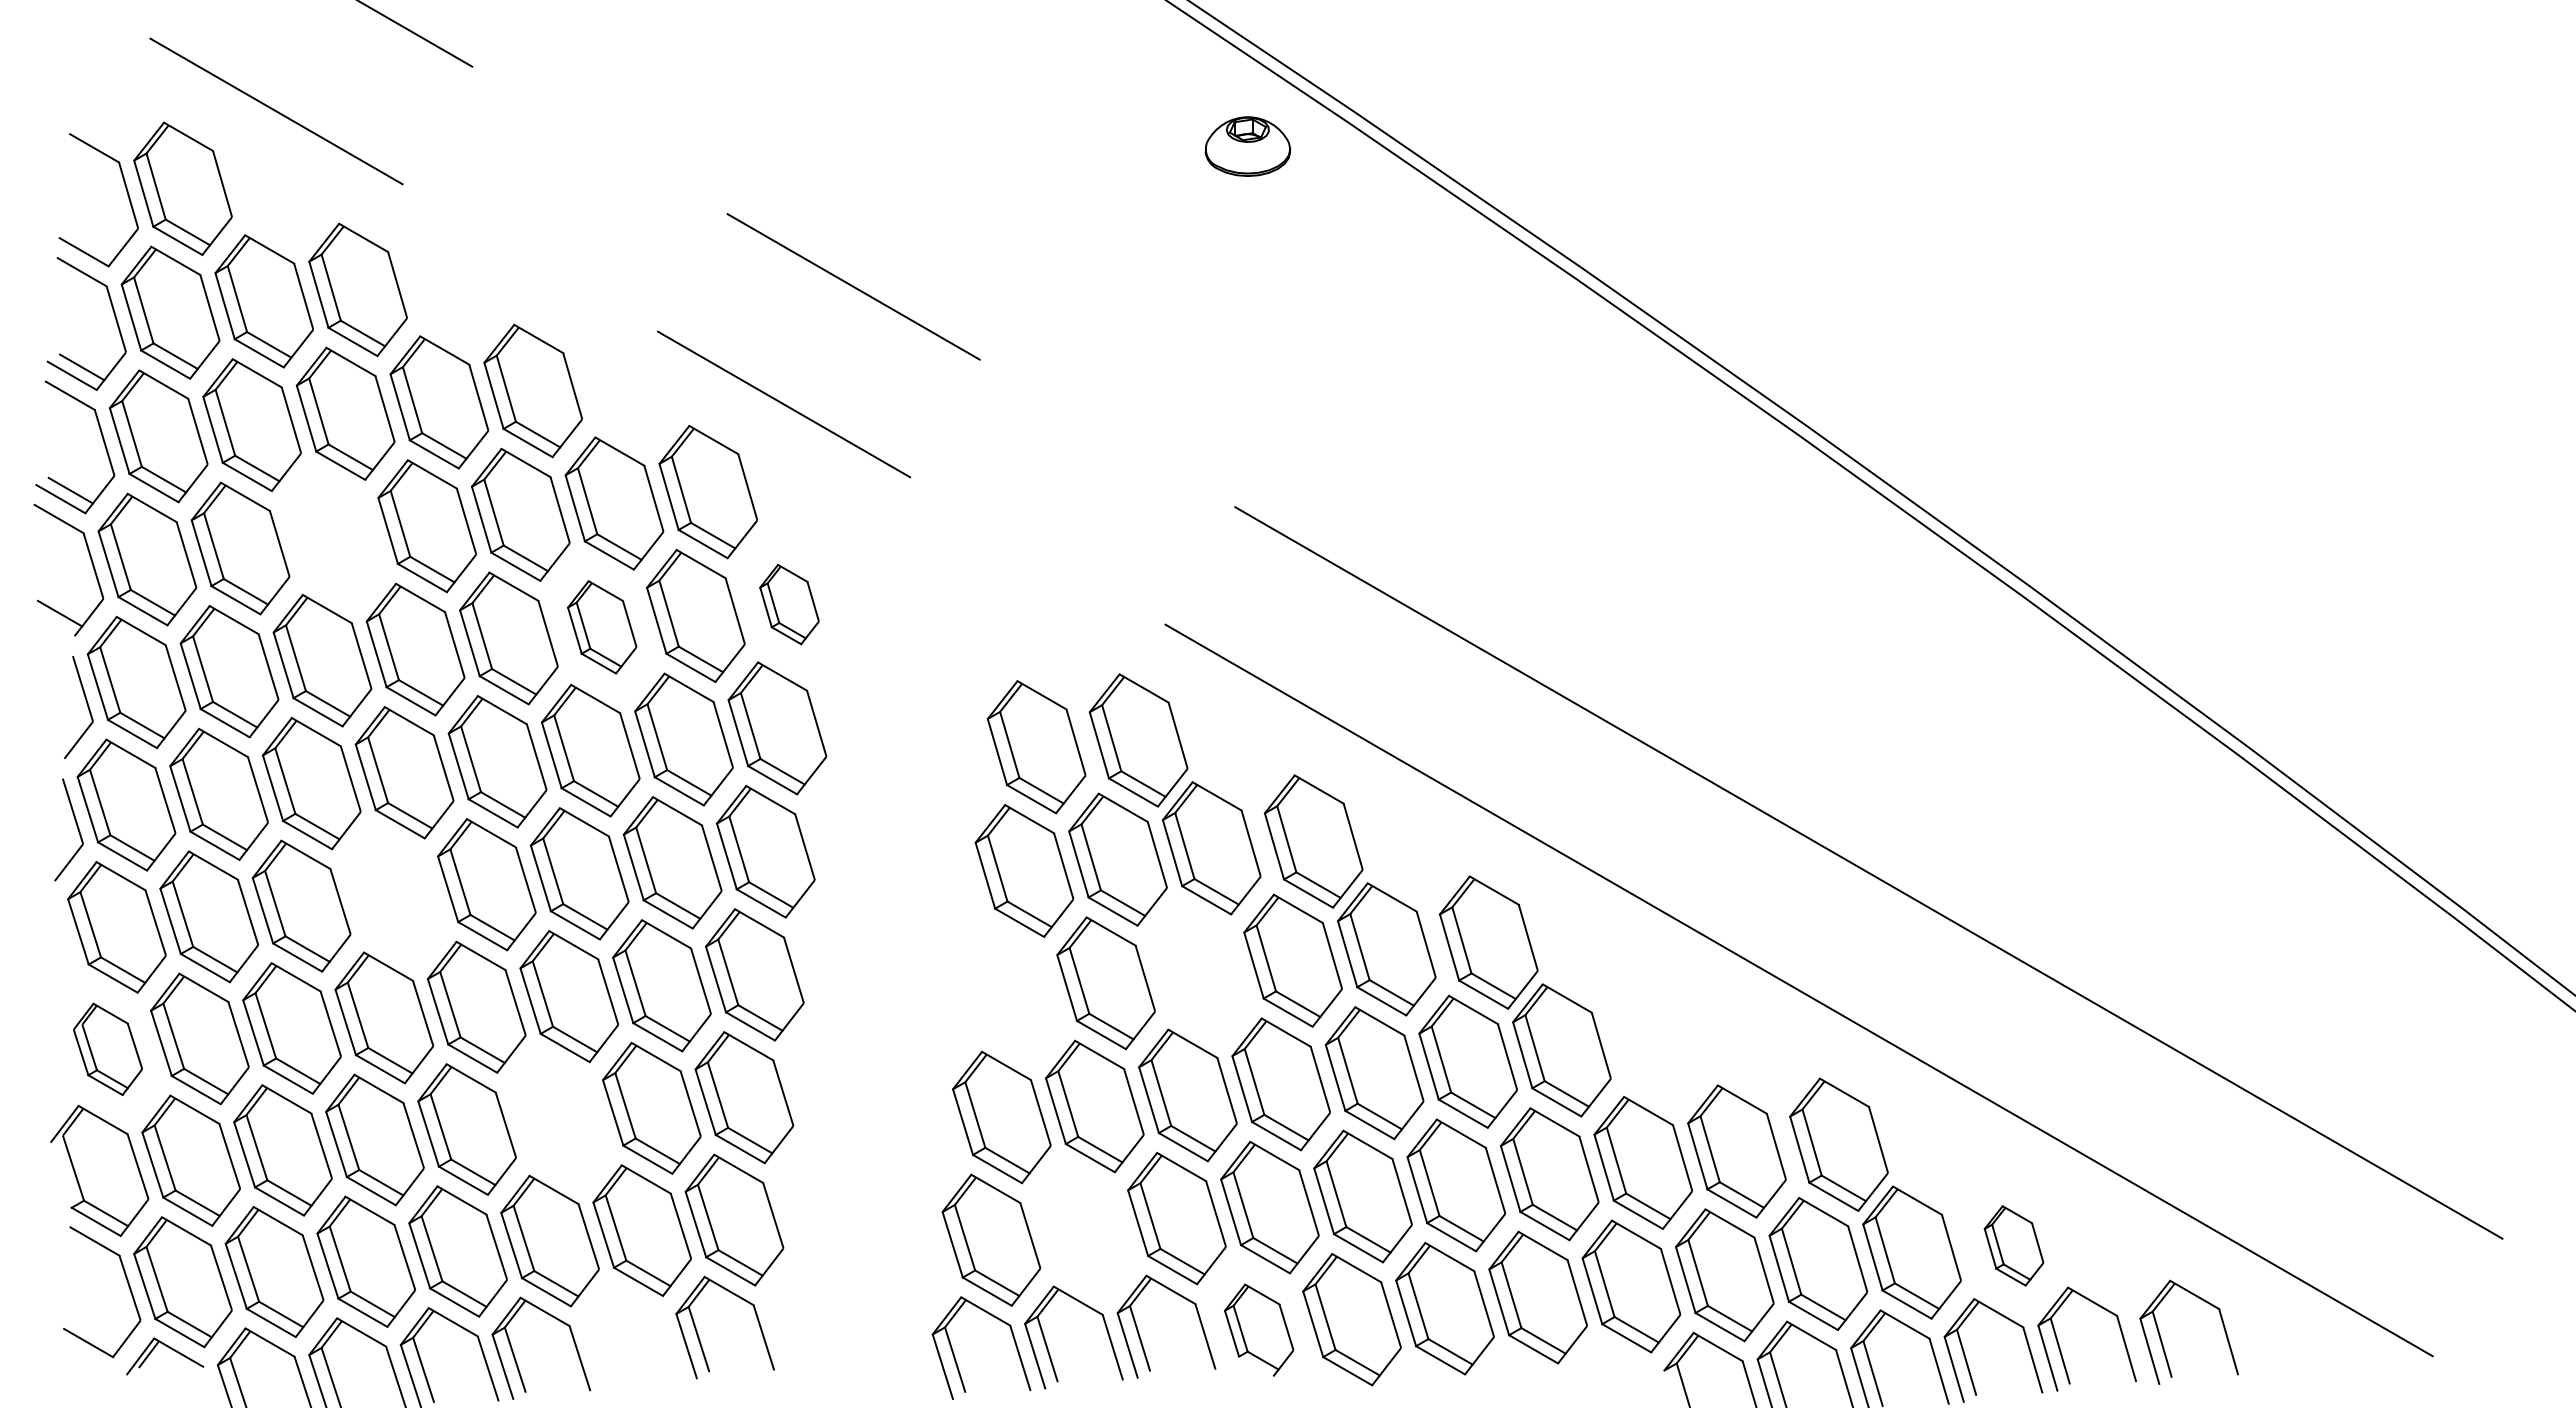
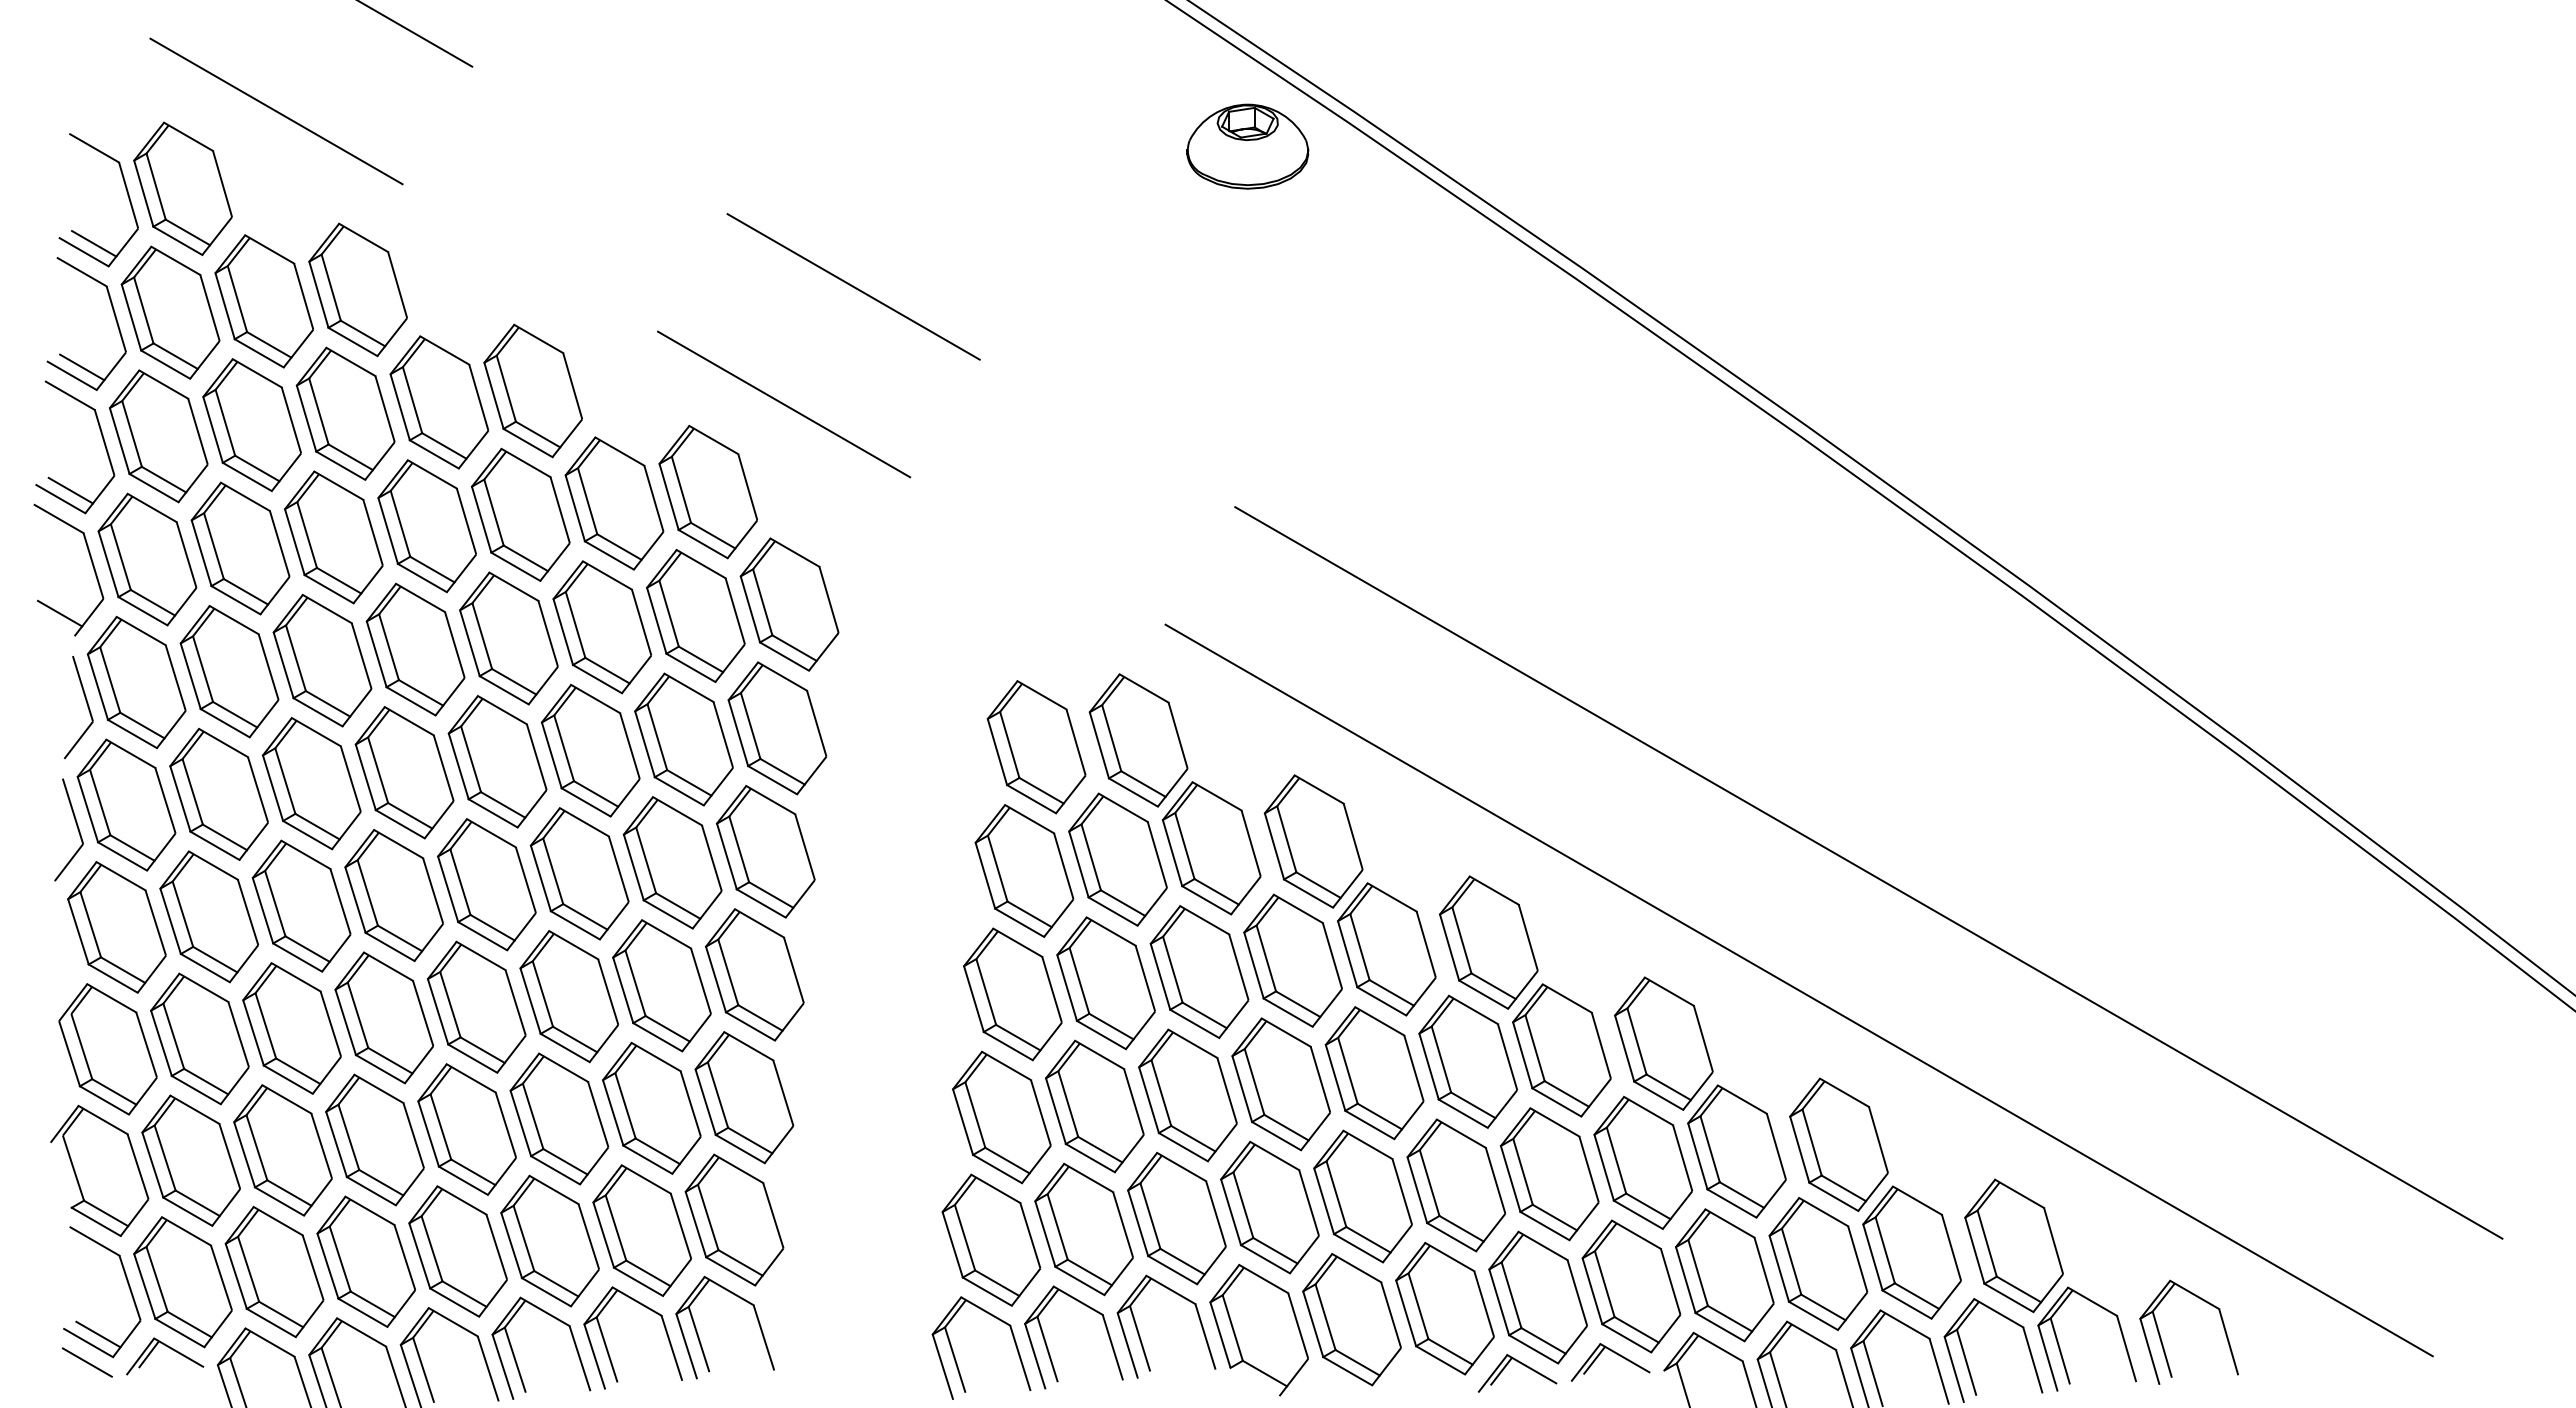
part at (1247, 146) size: 88x61 px -> 124x87 px
line at (94, 243): none -> present
part at (333, 537): none -> present
part at (789, 604) size: 61x83 px -> 101x135 px
part at (602, 627) size: 71x95 px -> 100x135 px
part at (393, 895): none -> present
part at (1199, 972): none -> present
part at (1012, 994): none -> present
part at (1663, 1043): none -> present
part at (107, 1048) size: 70x94 px -> 100x133 px
part at (559, 1118): none -> present
part at (1083, 1229): none -> present
part at (2013, 1245) size: 62x82 px -> 100x136 px
part at (1258, 1329) size: 72x94 px -> 100x133 px
line at (98, 1334): none -> present
part at (606, 1344): none -> present
part at (1614, 1353): none -> present
line at (86, 1362): none -> present
part at (1521, 1364): none -> present
